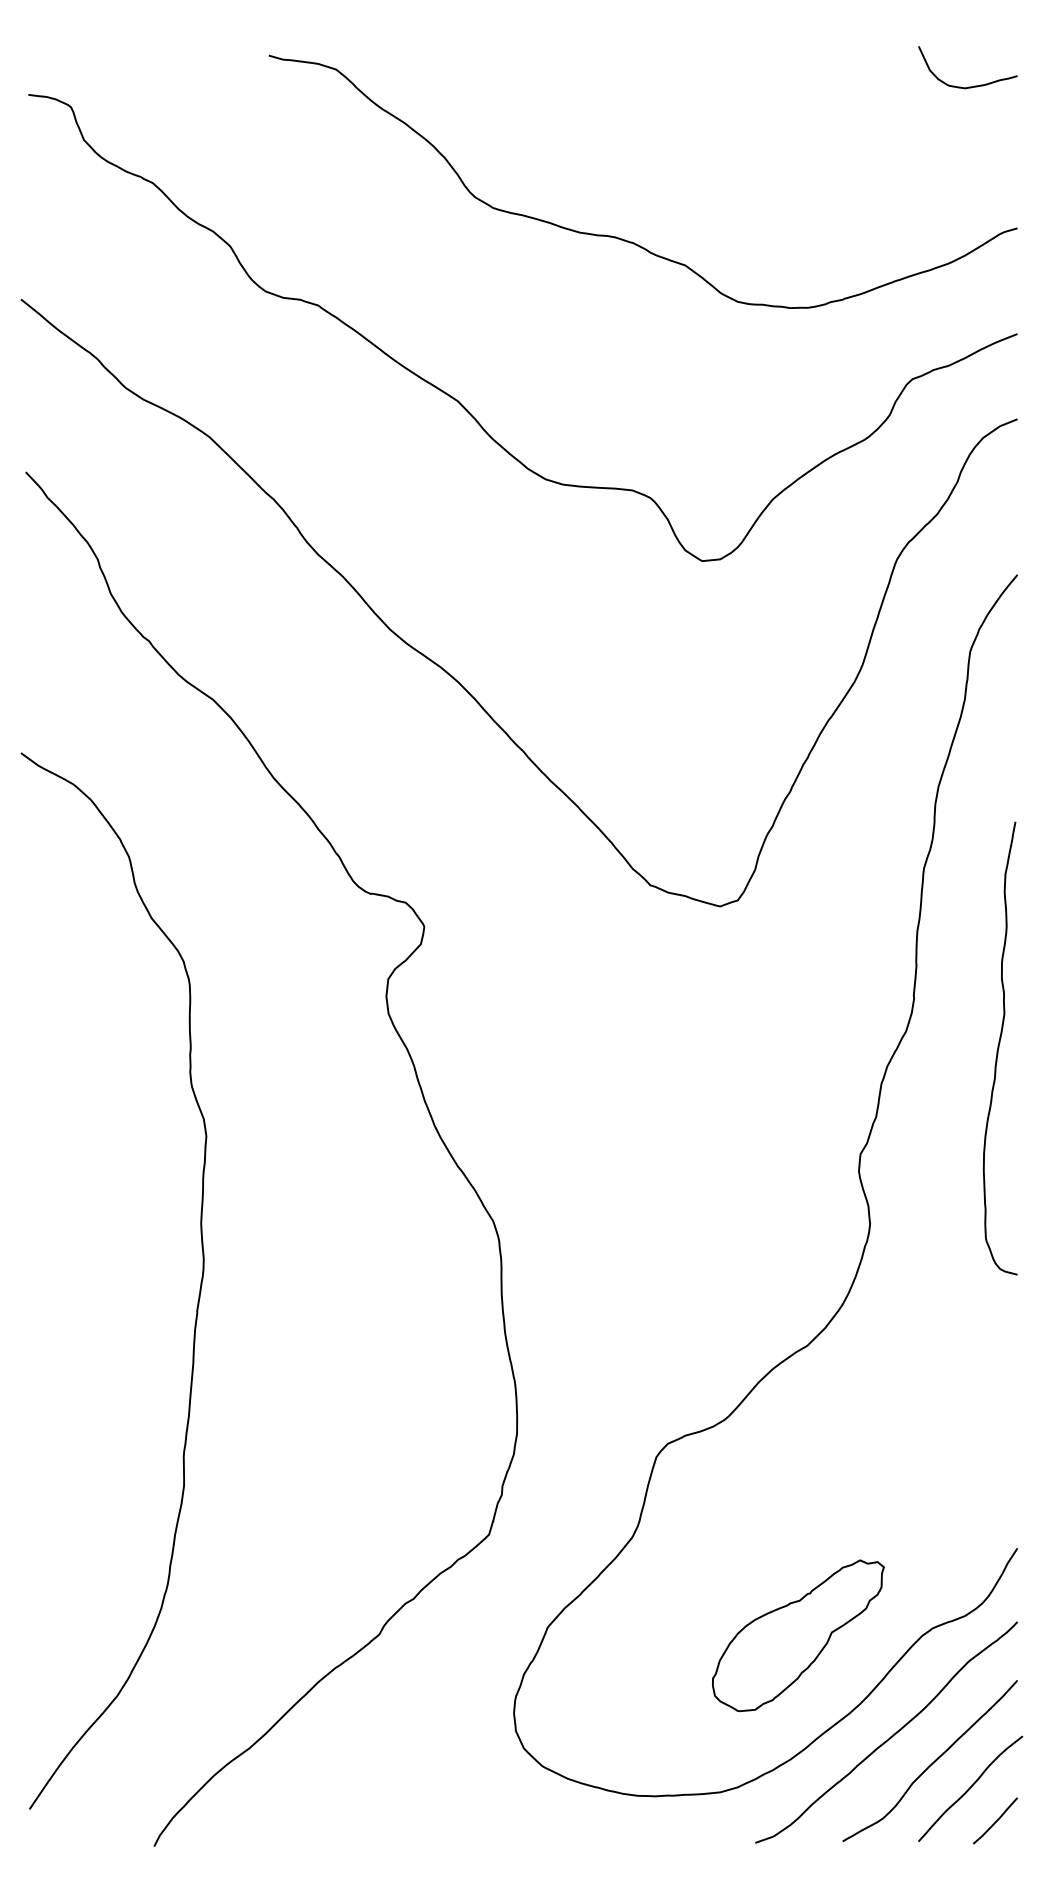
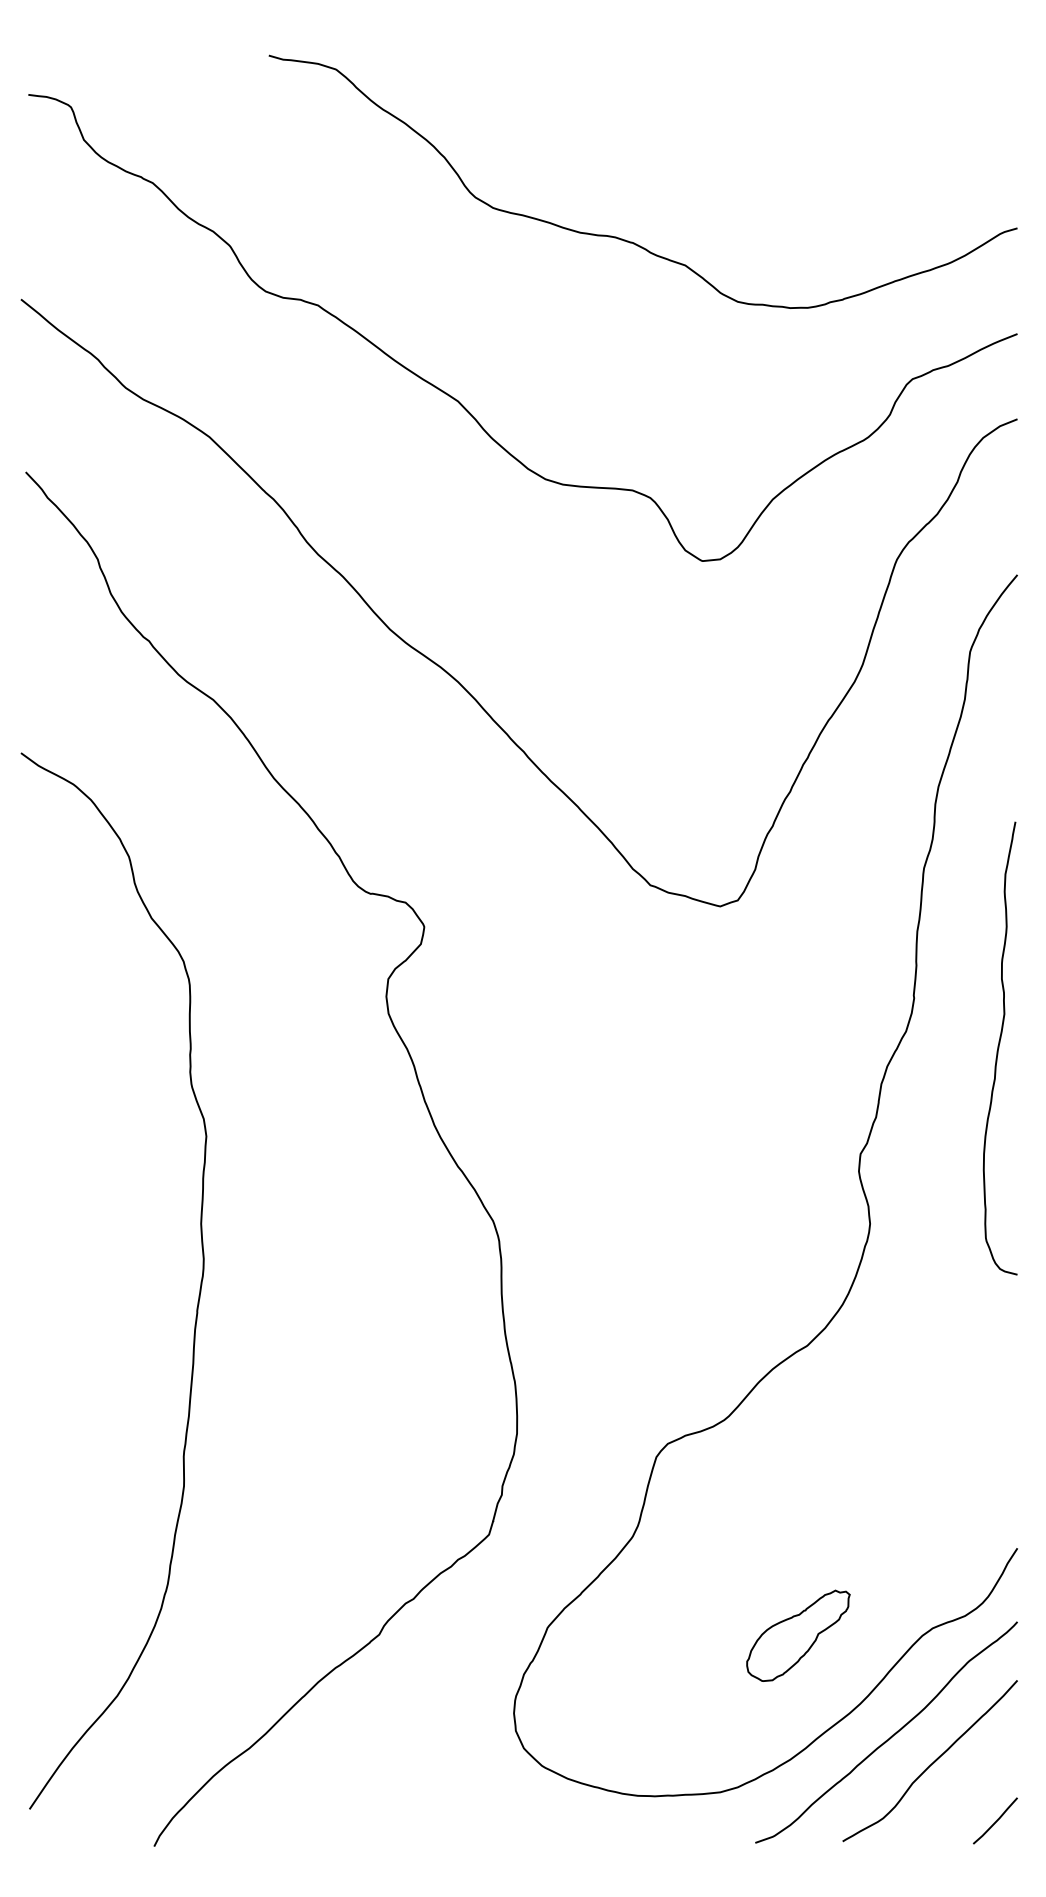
curve at (968, 86): present -> none
part at (798, 1635) size: 173x154 px -> 105x93 px
curve at (970, 1788): present -> none
